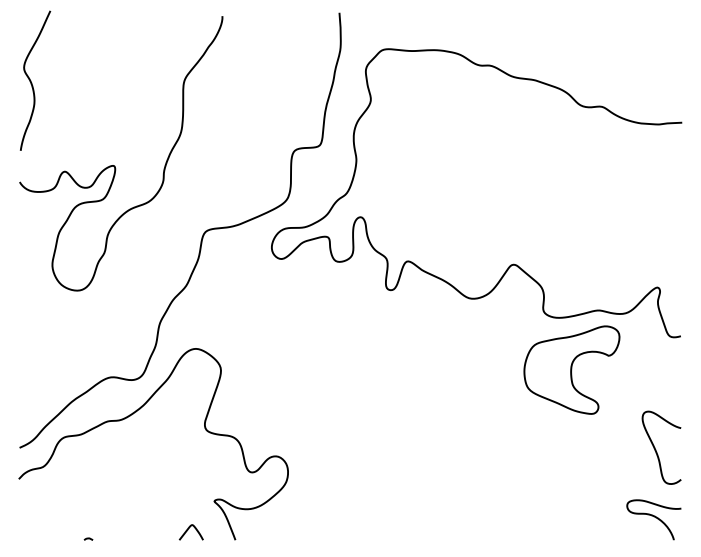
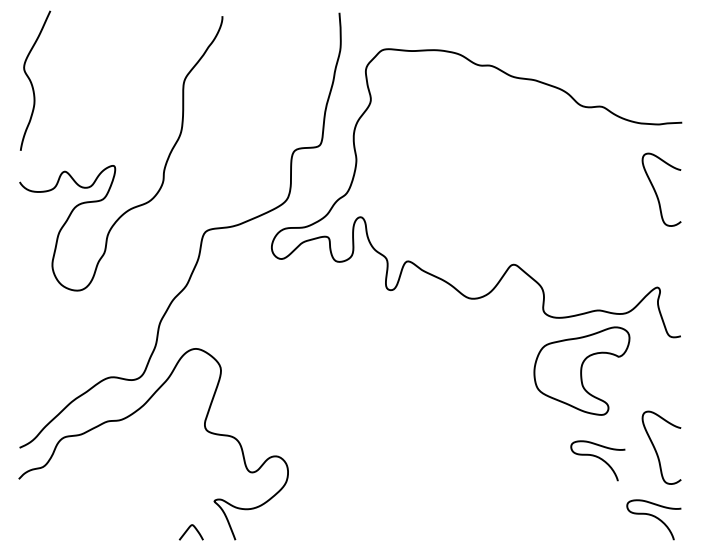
curve at (656, 191): none -> present
part at (571, 369) position: (571, 369) -> (581, 370)
curve at (598, 458): none -> present
curve at (88, 538): present -> none
